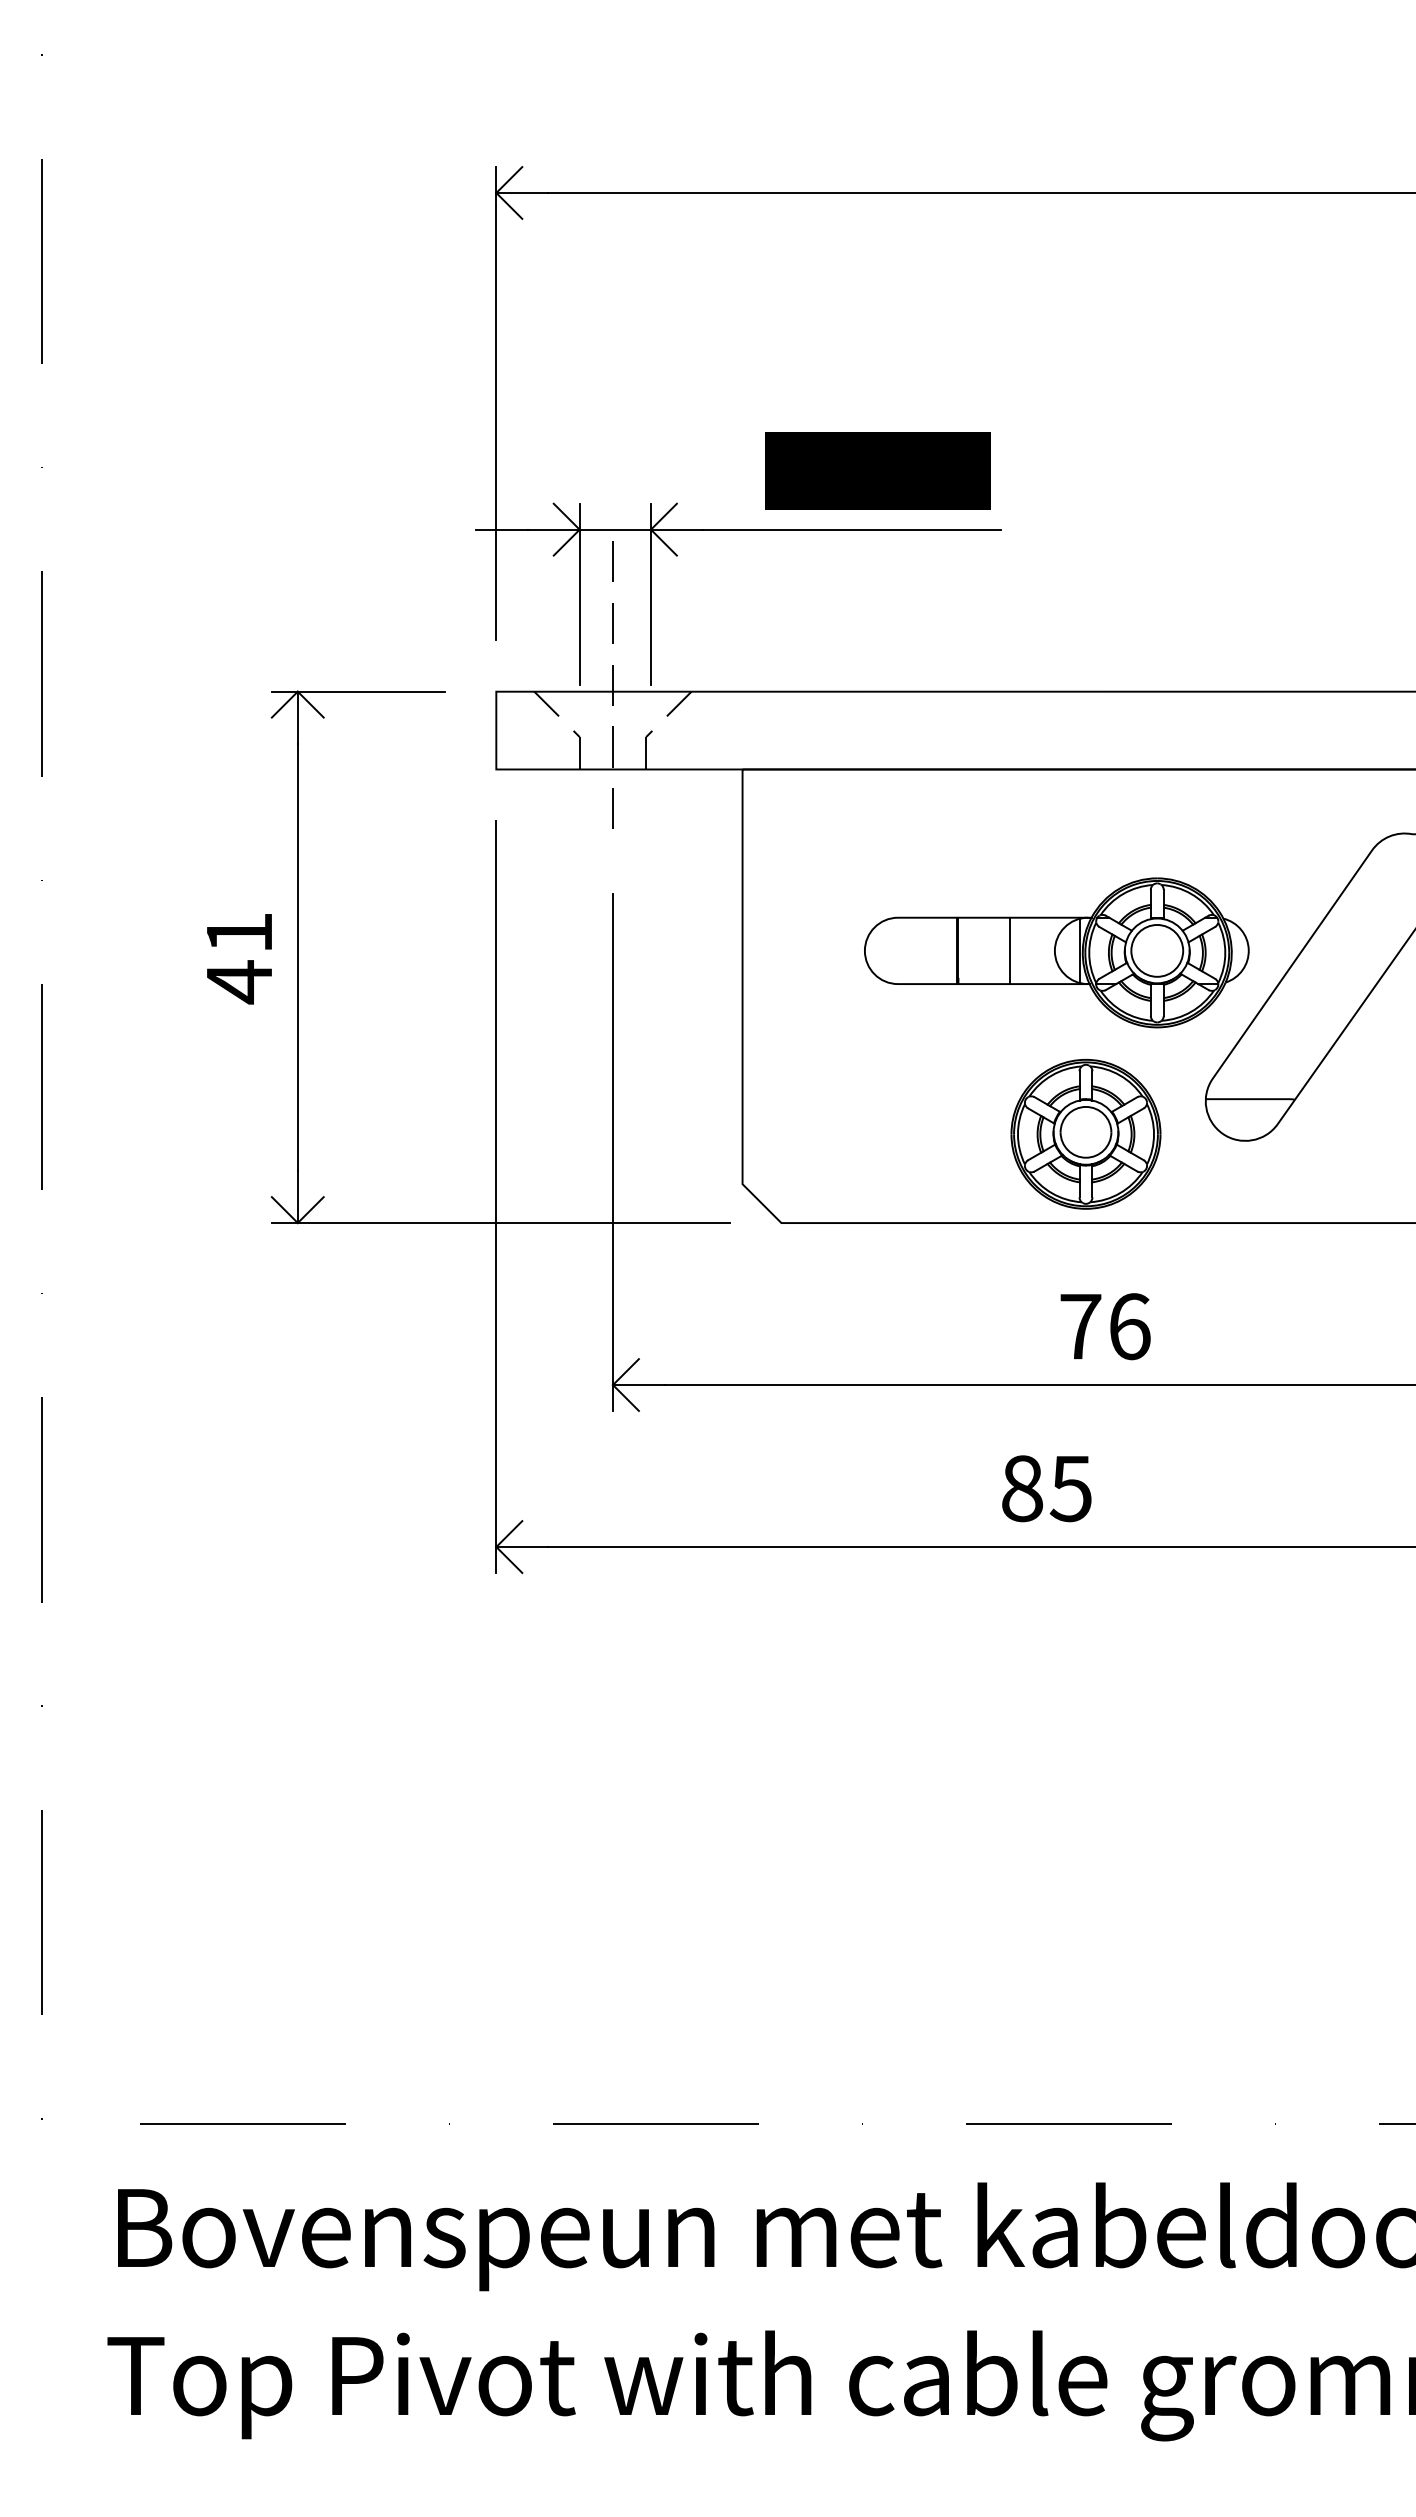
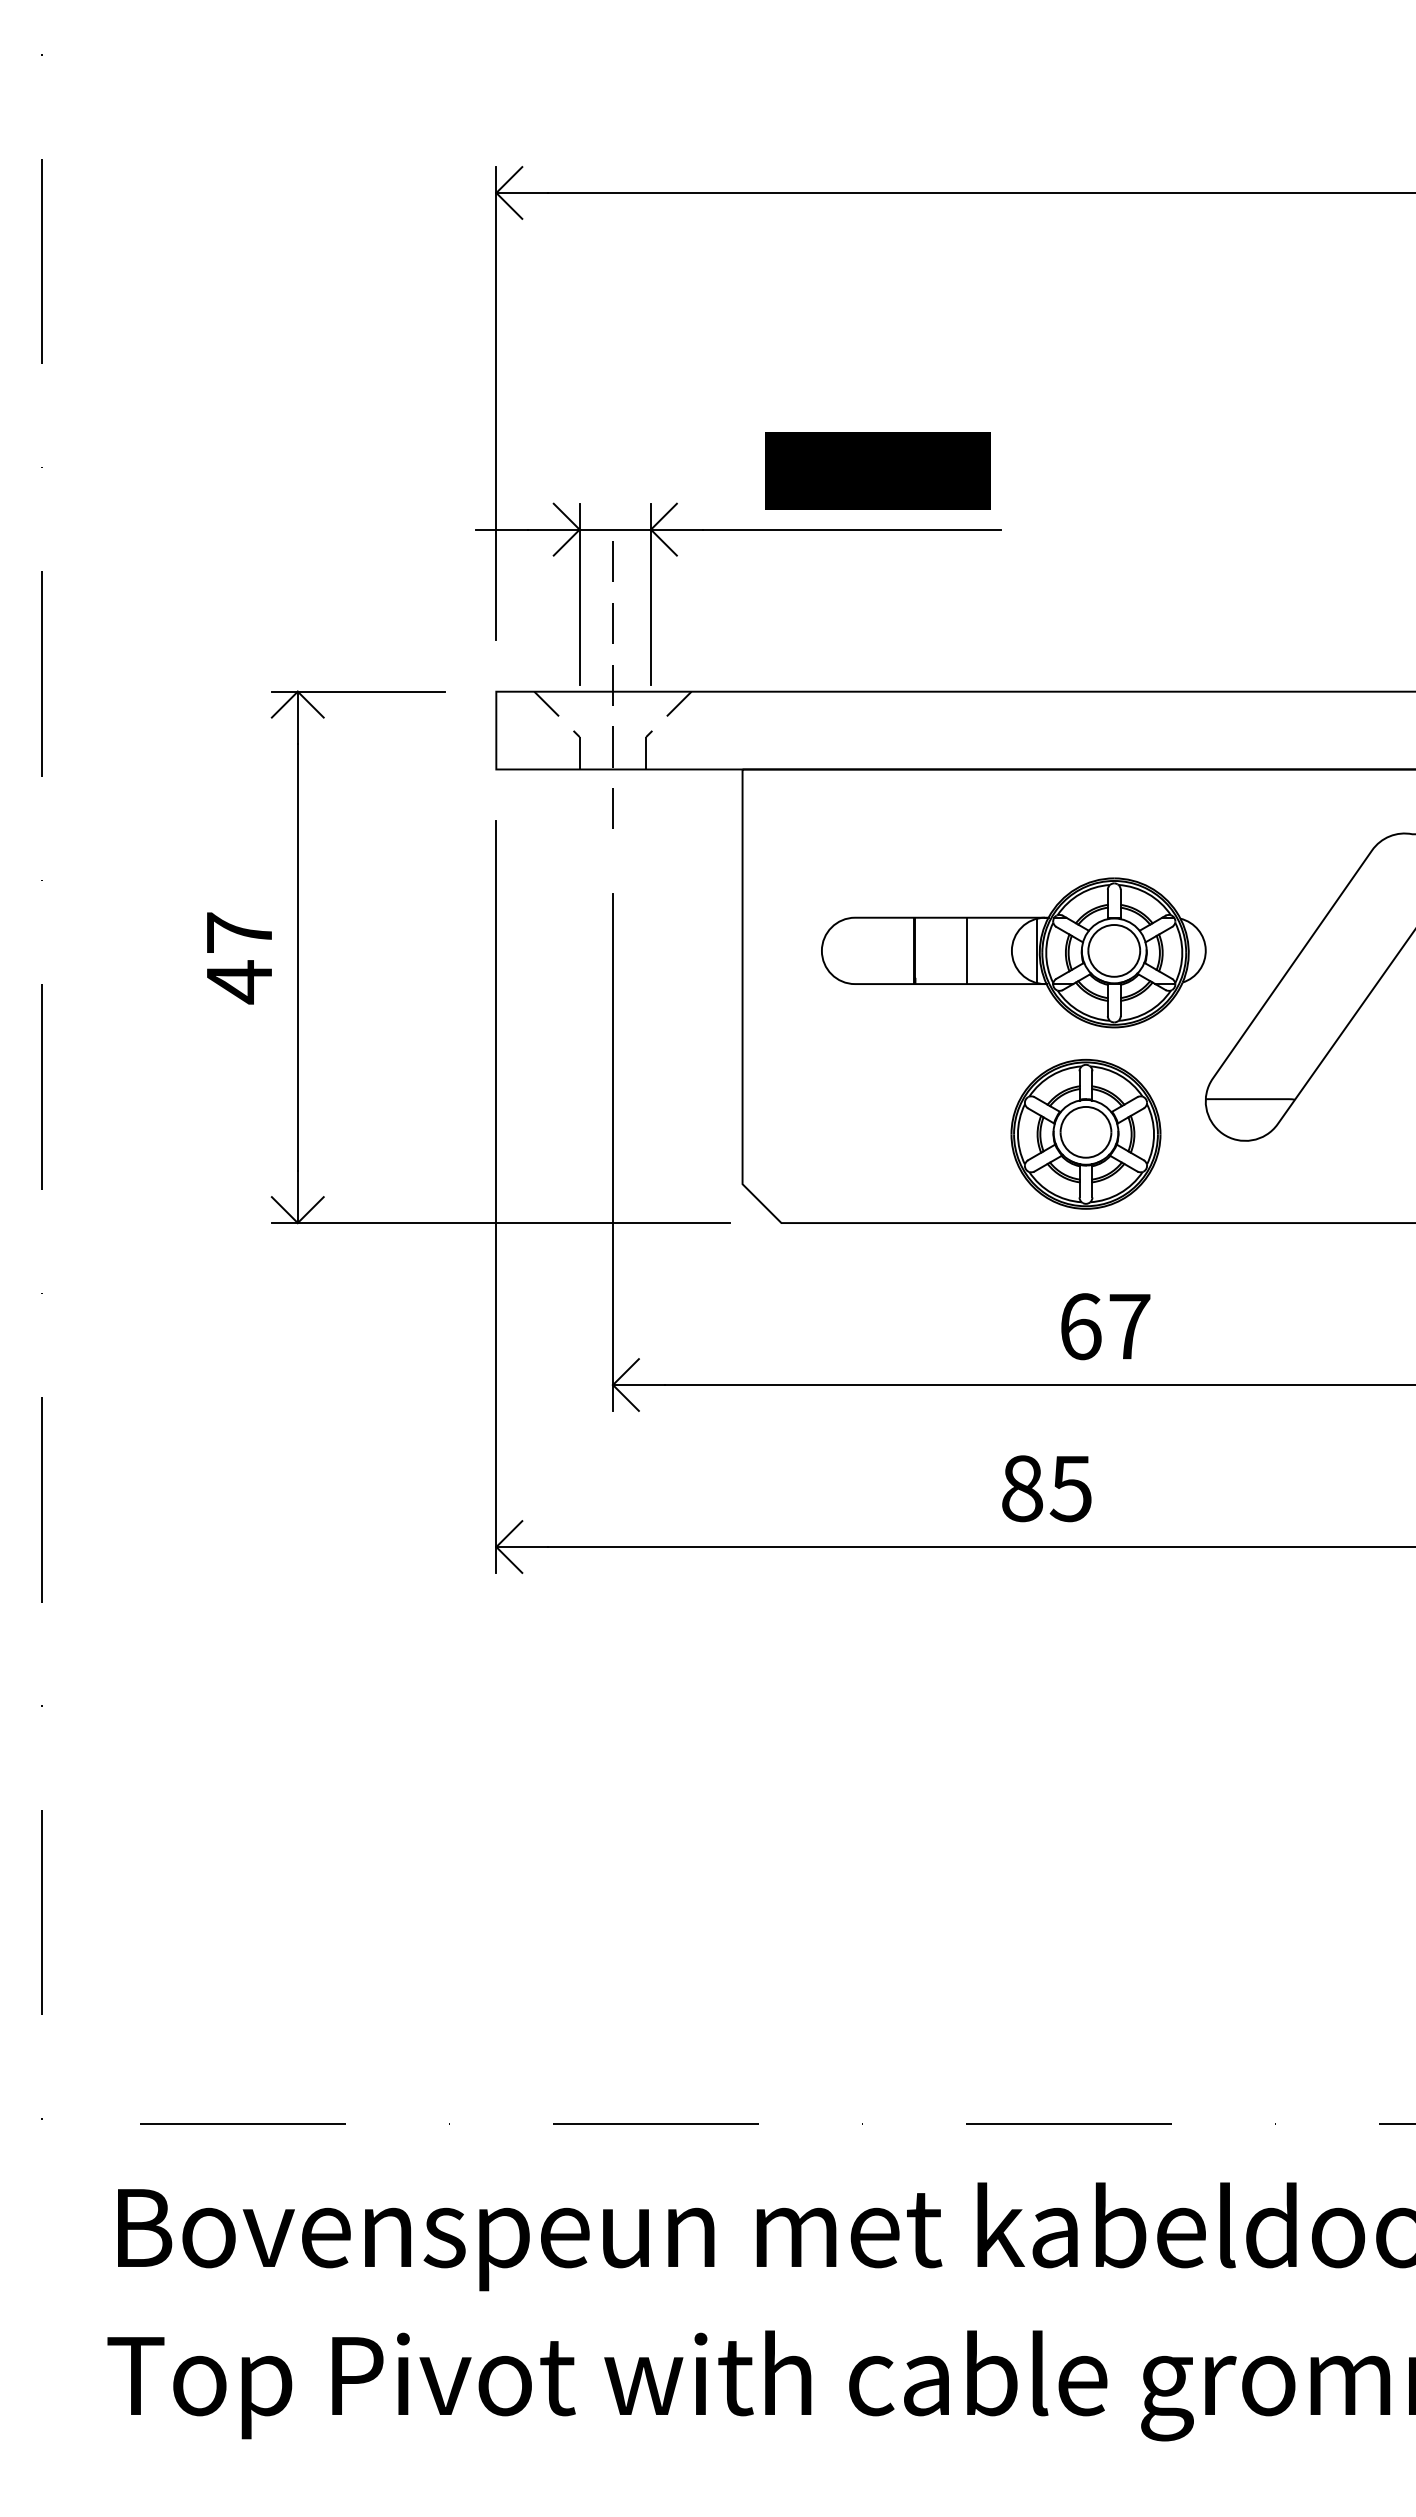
text at (239, 932): 41 -> 47
part at (1056, 952) position: (1056, 952) -> (1013, 952)
text at (1105, 1326): 76 -> 67
